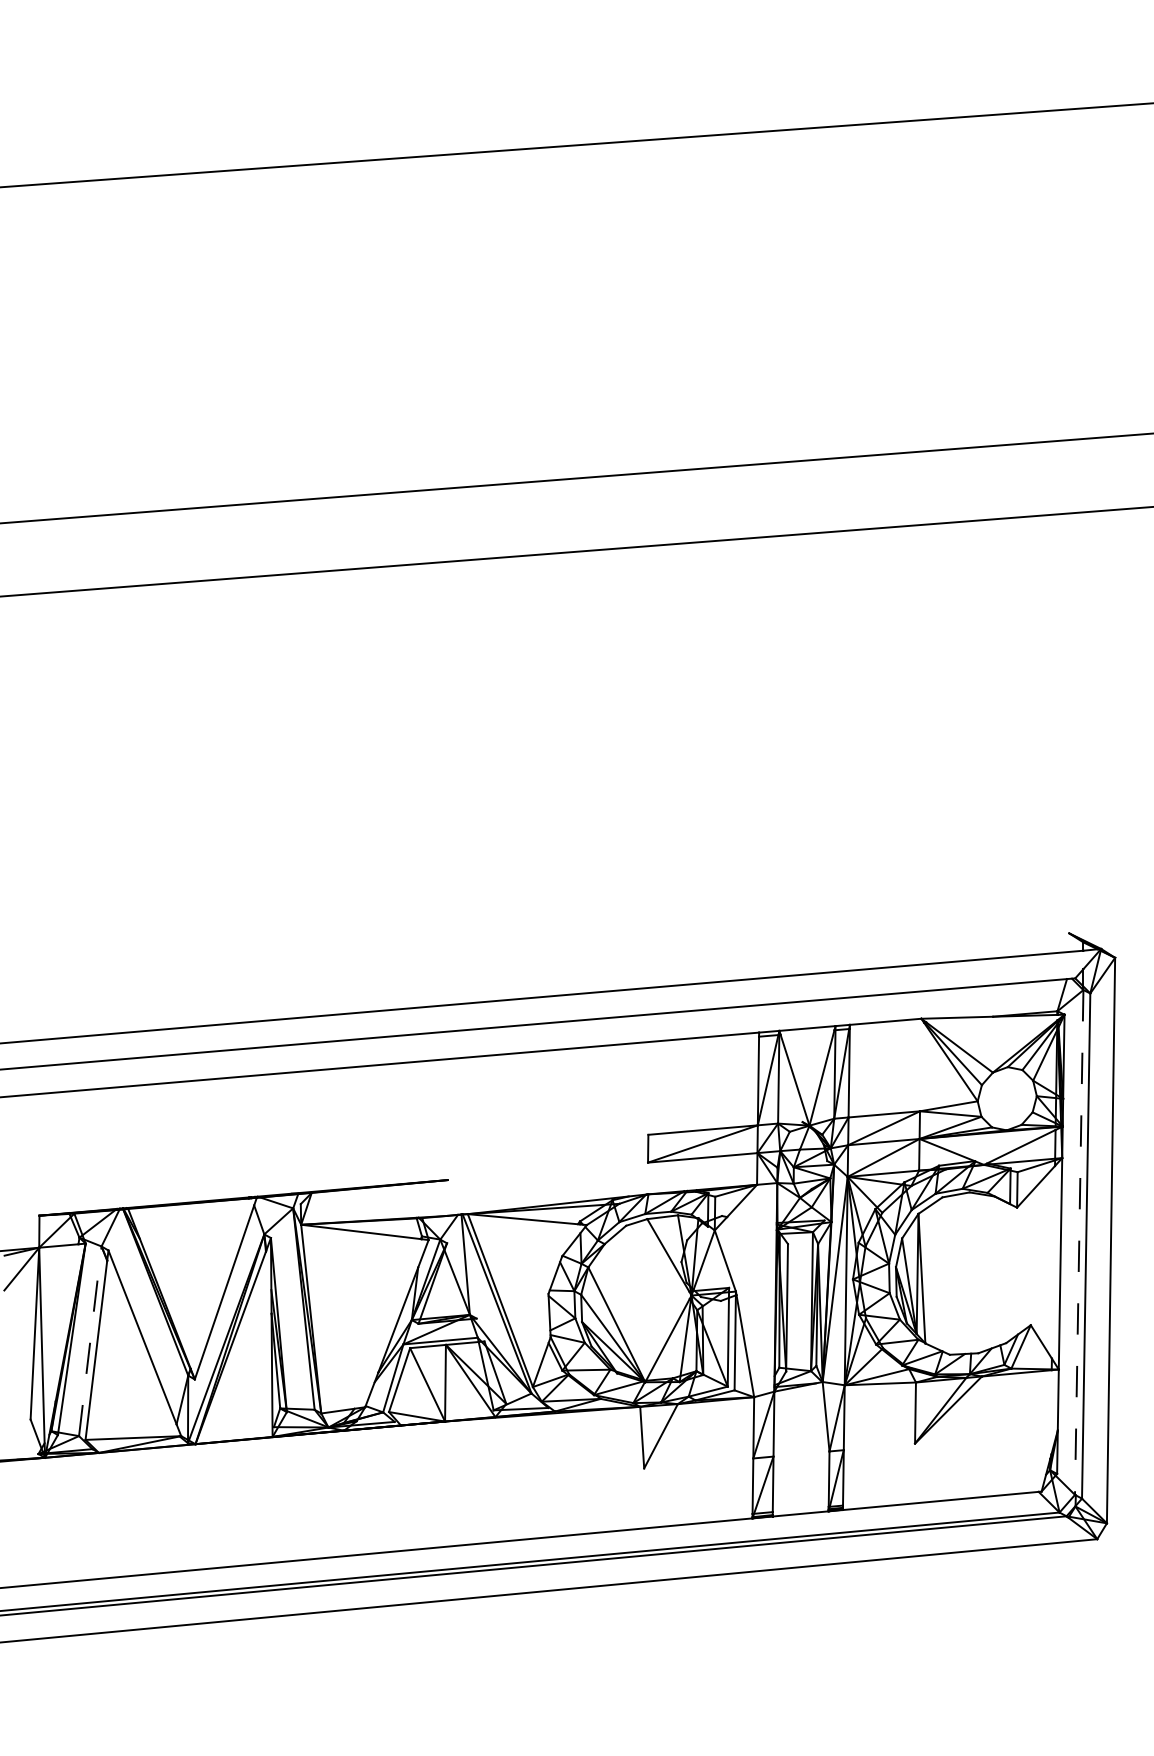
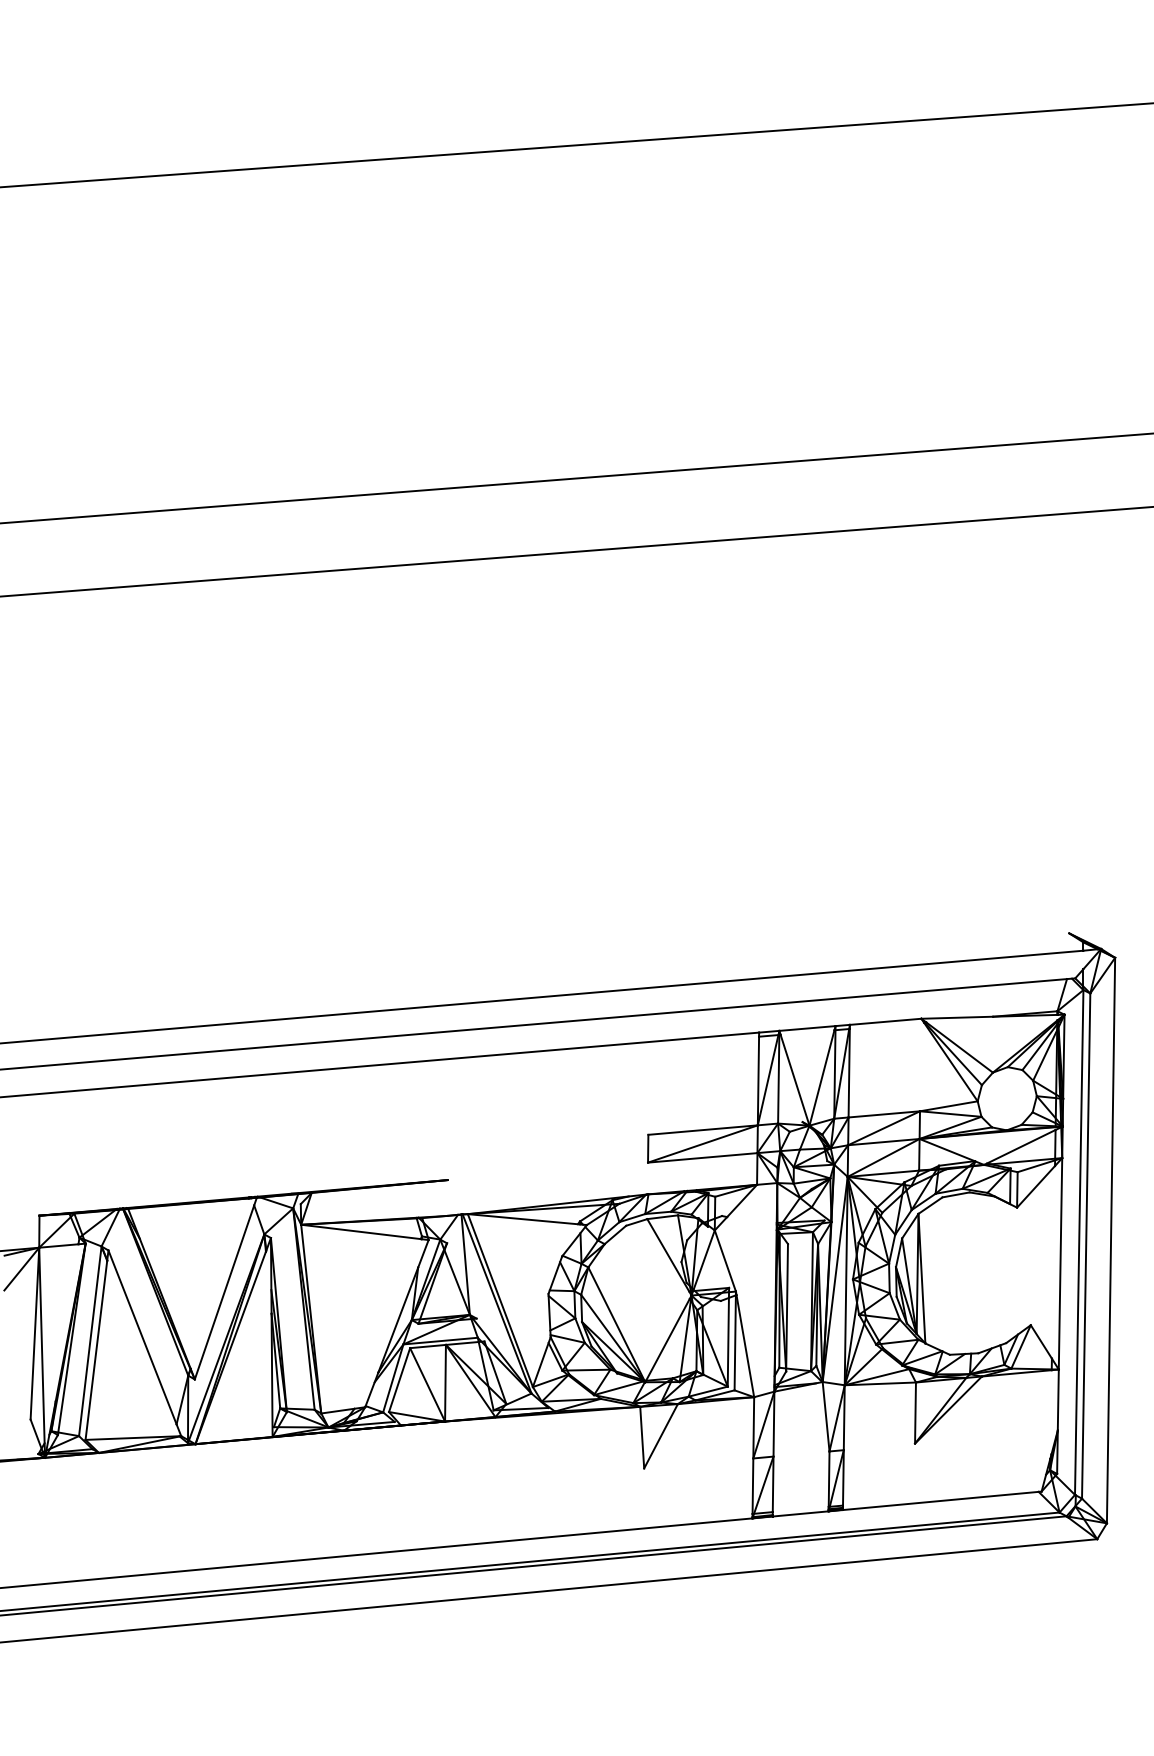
line at (1079, 1242): dashed -> solid
line at (90, 1340): dashed -> solid
